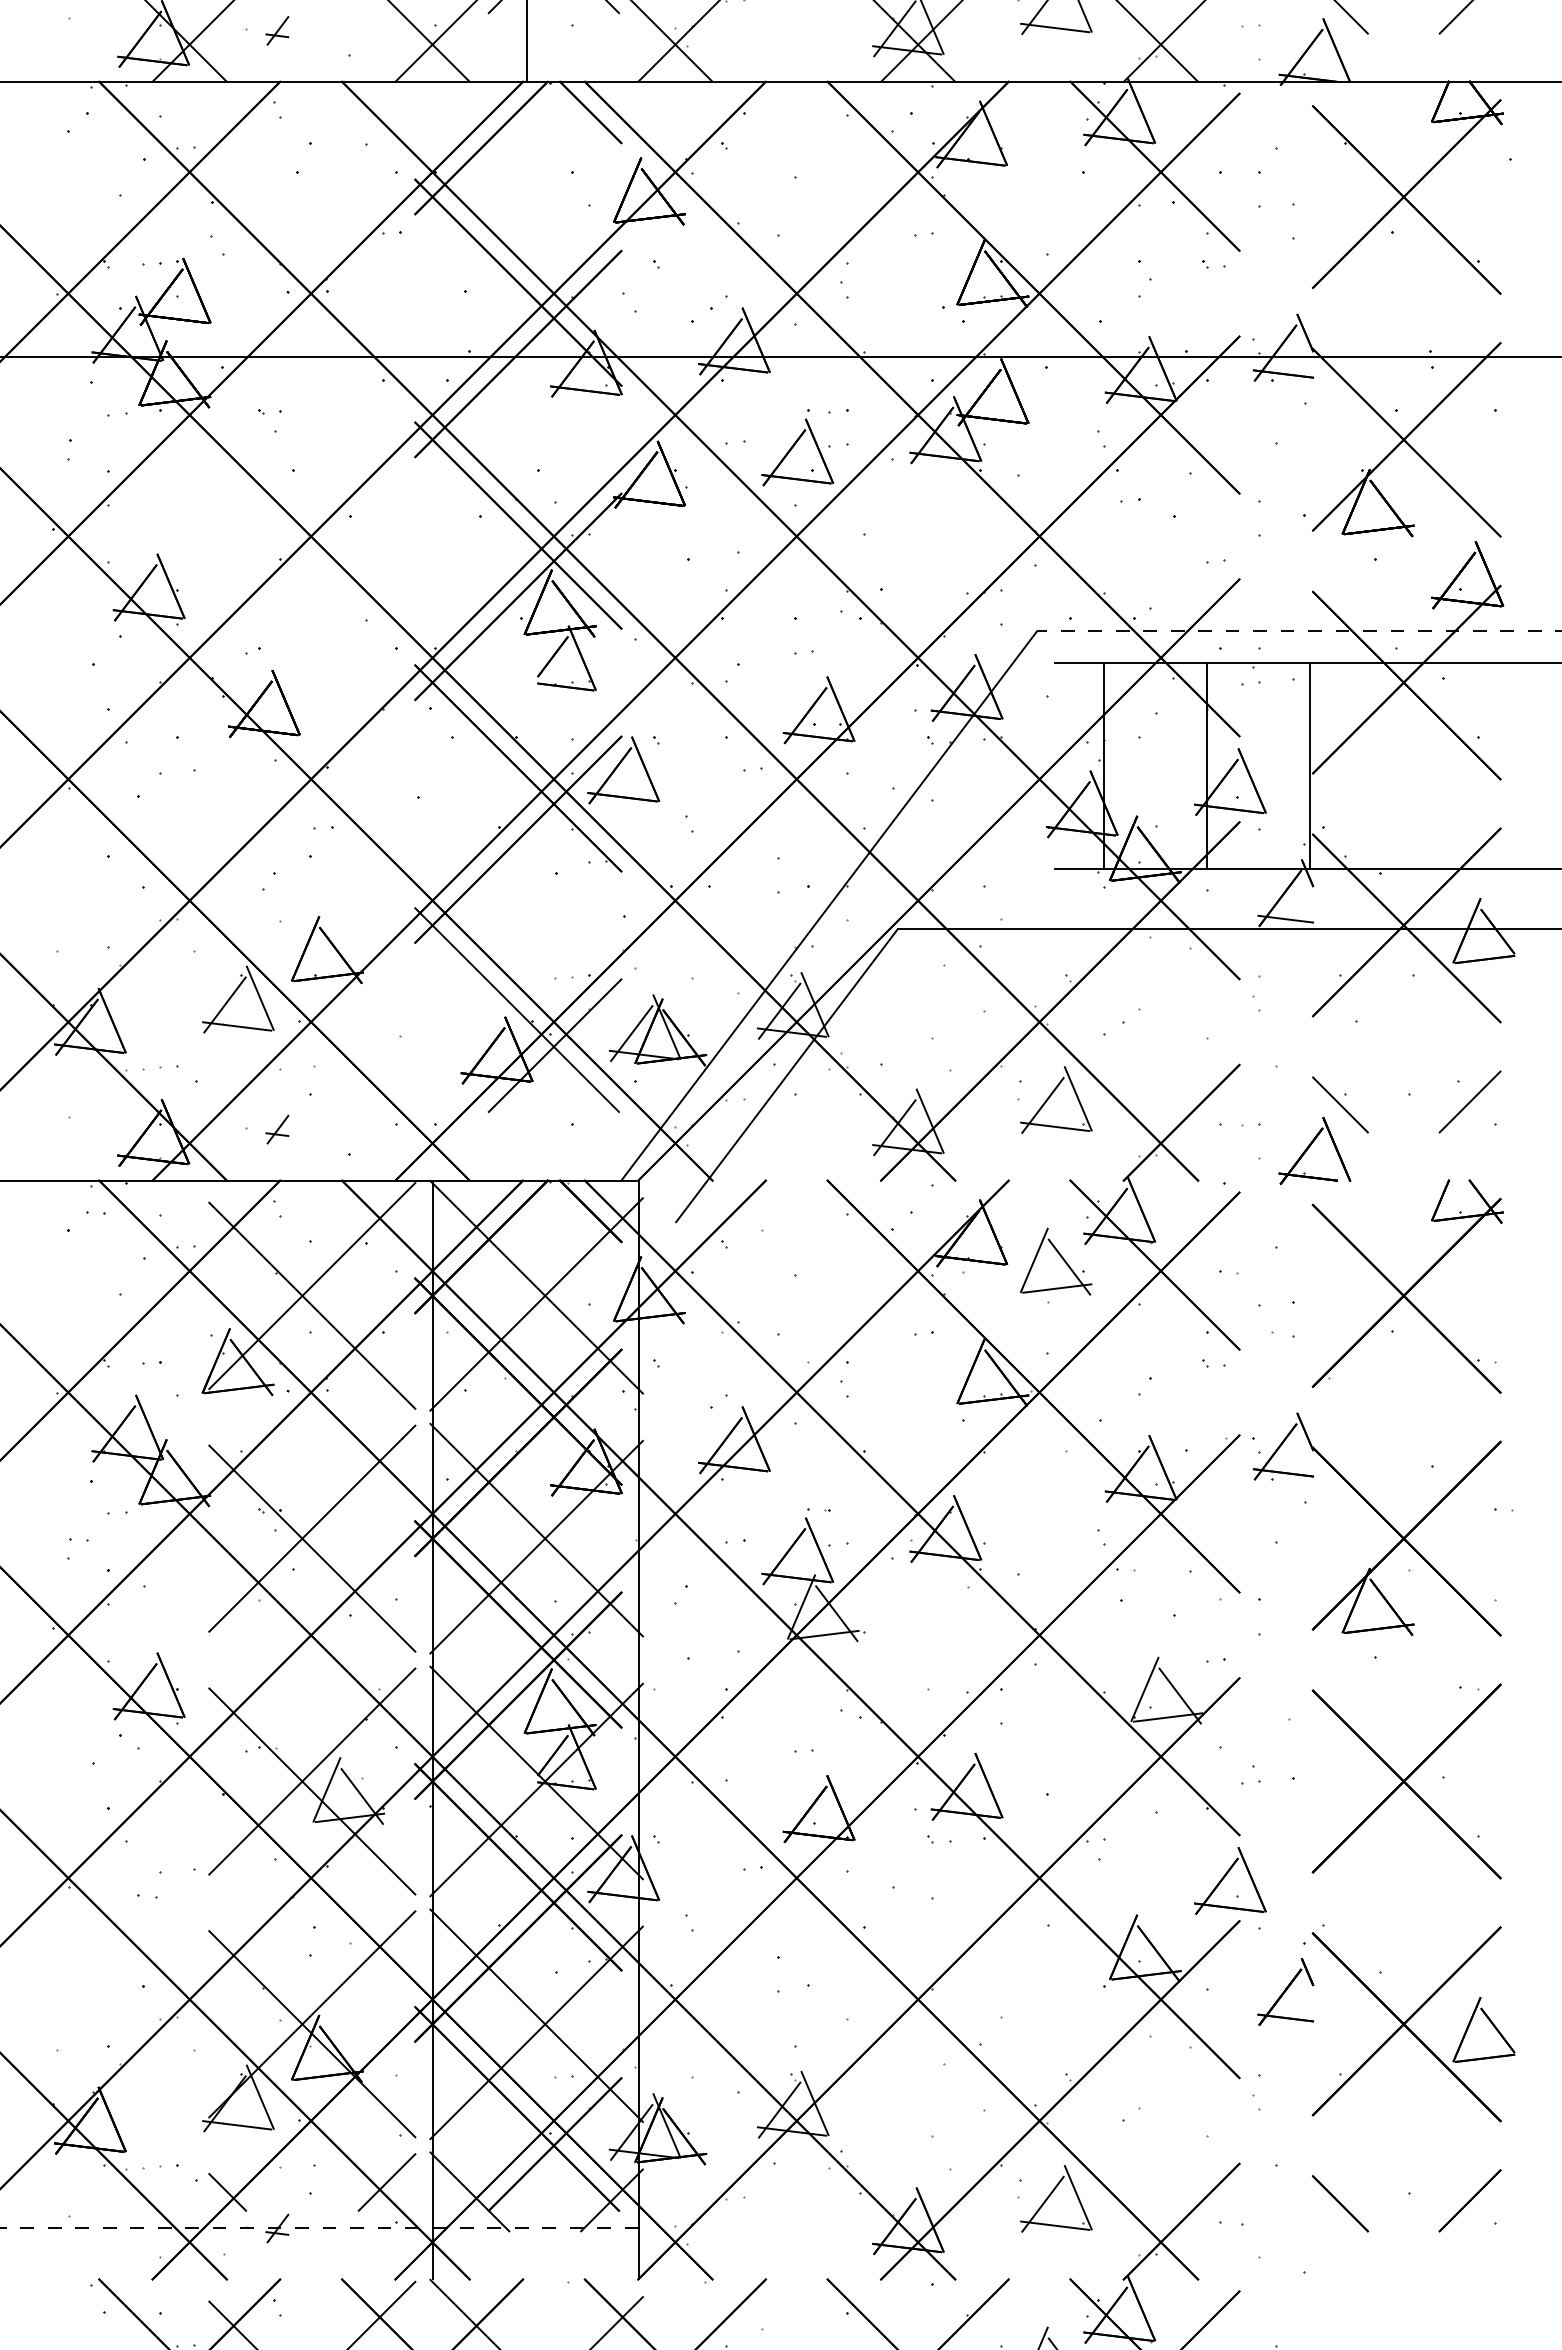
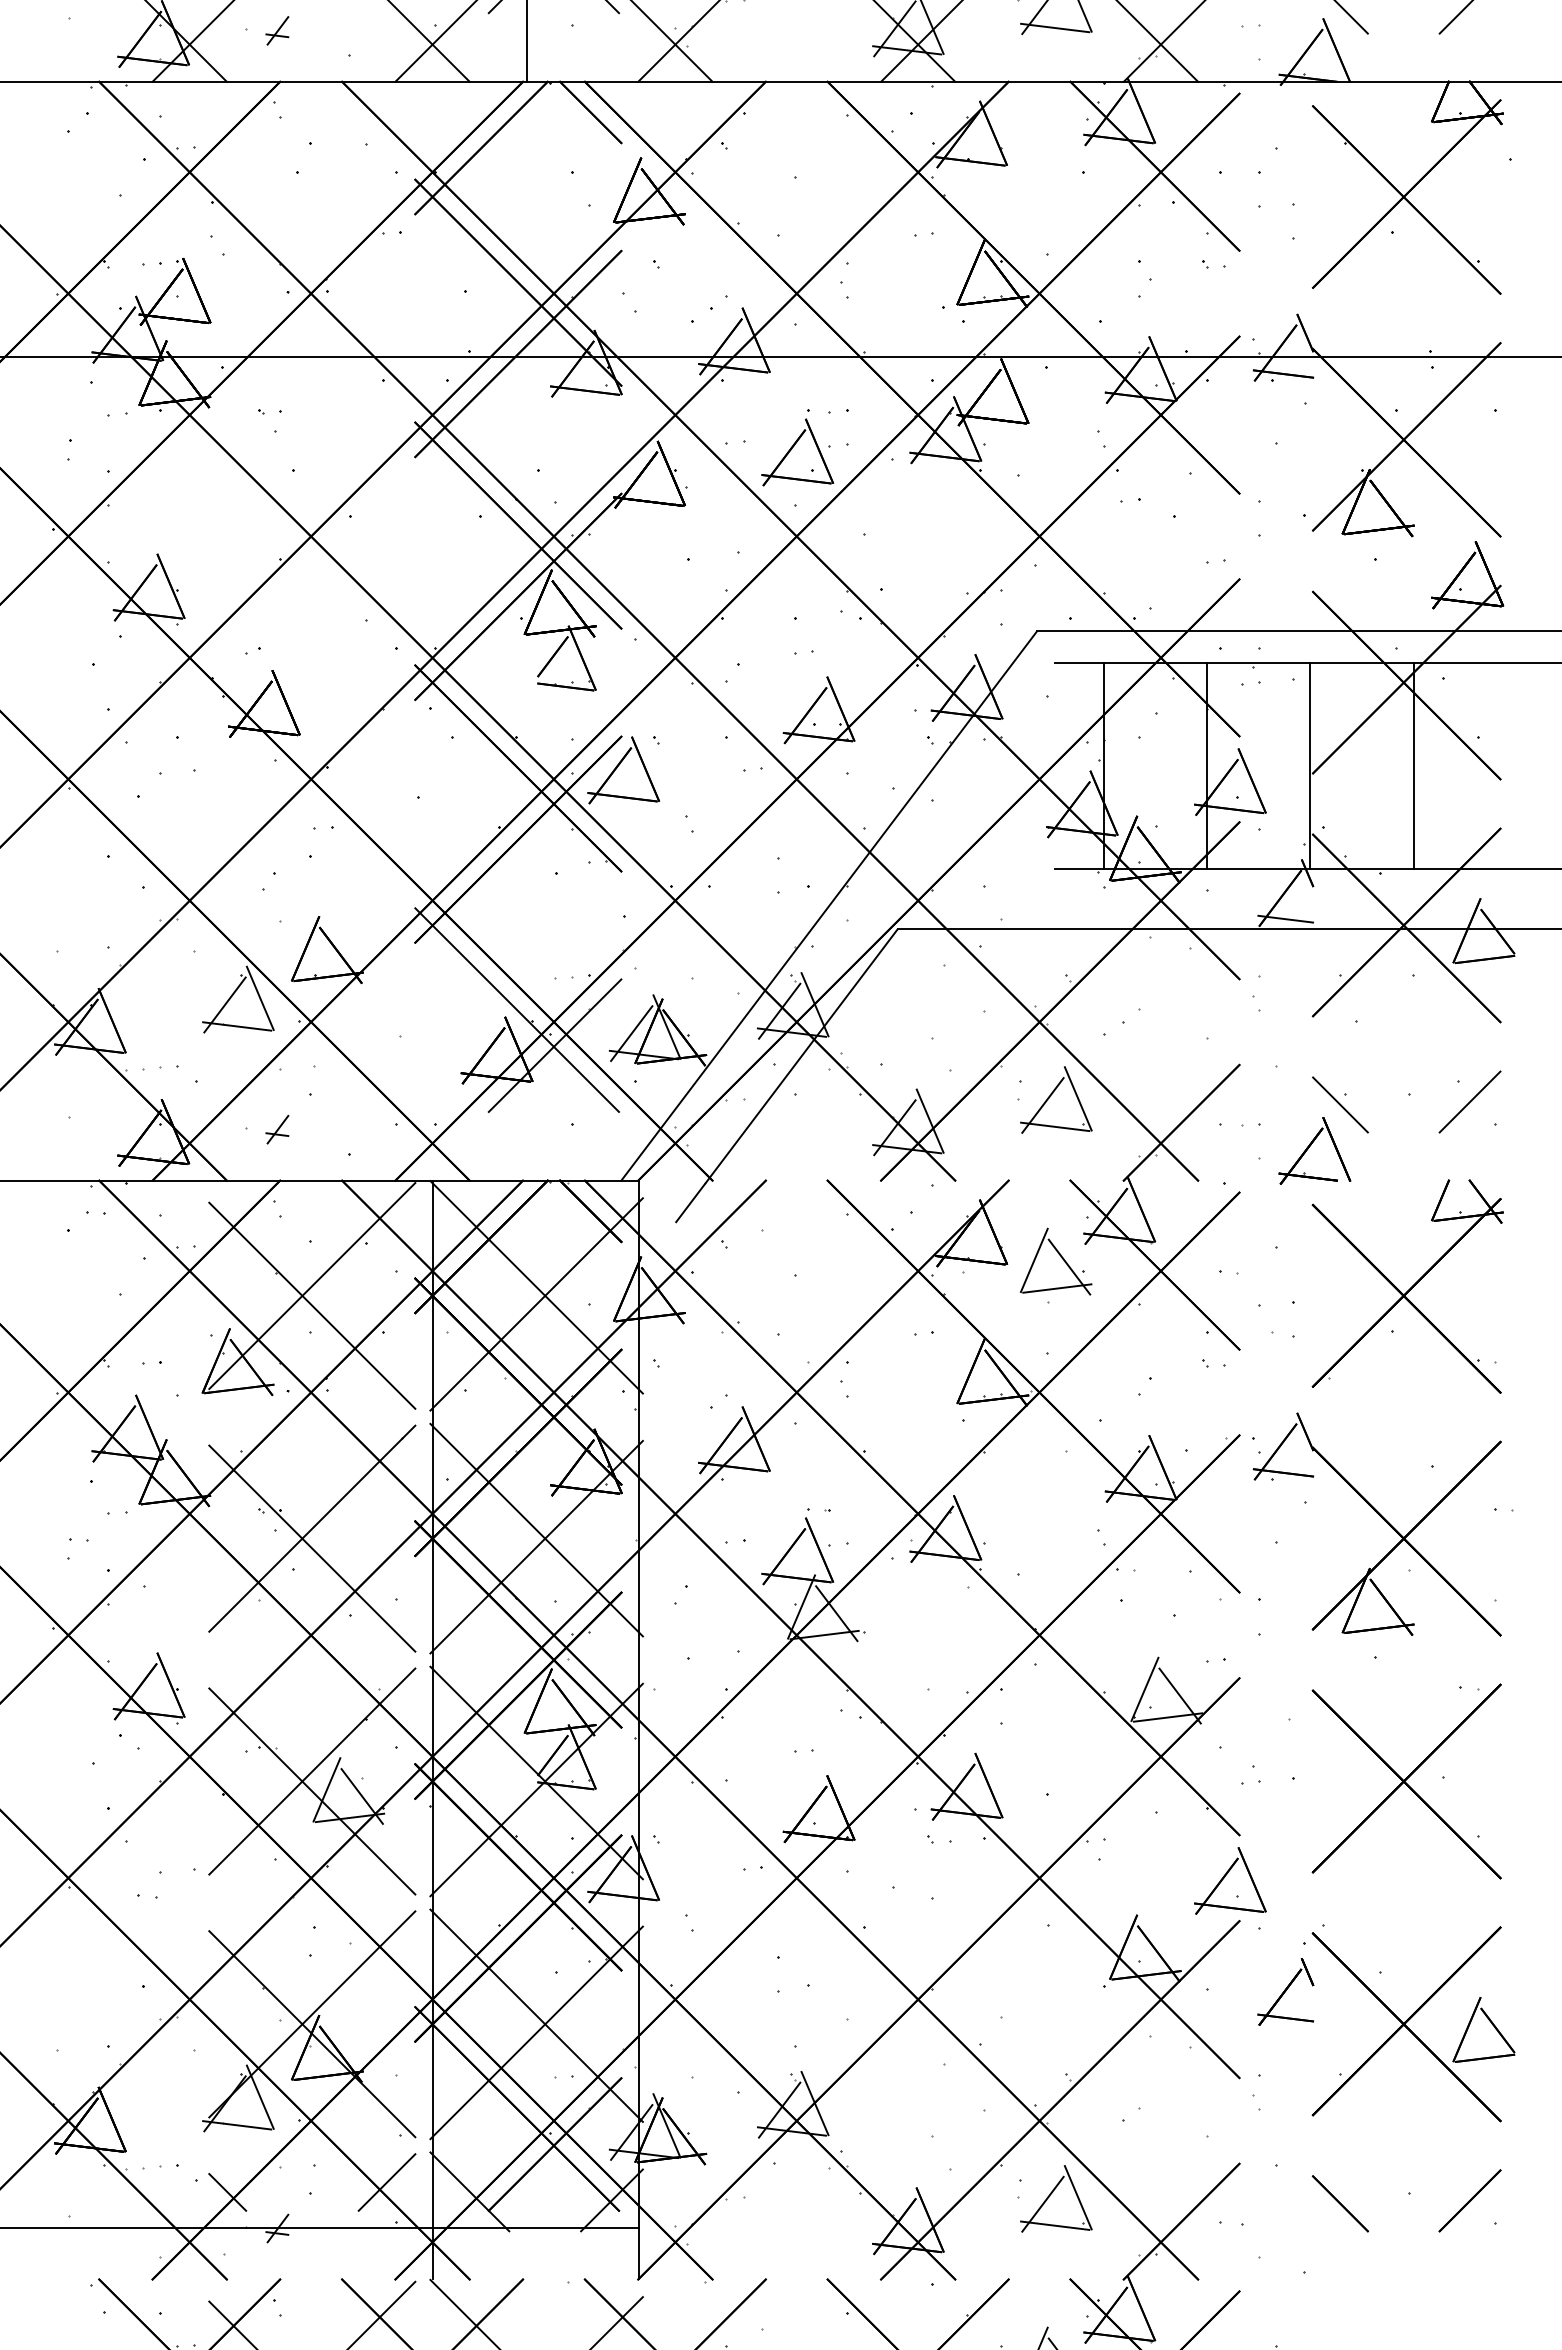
line at (1299, 631): dashed -> solid
line at (1413, 765): none -> present
line at (319, 2227): dashed -> solid
